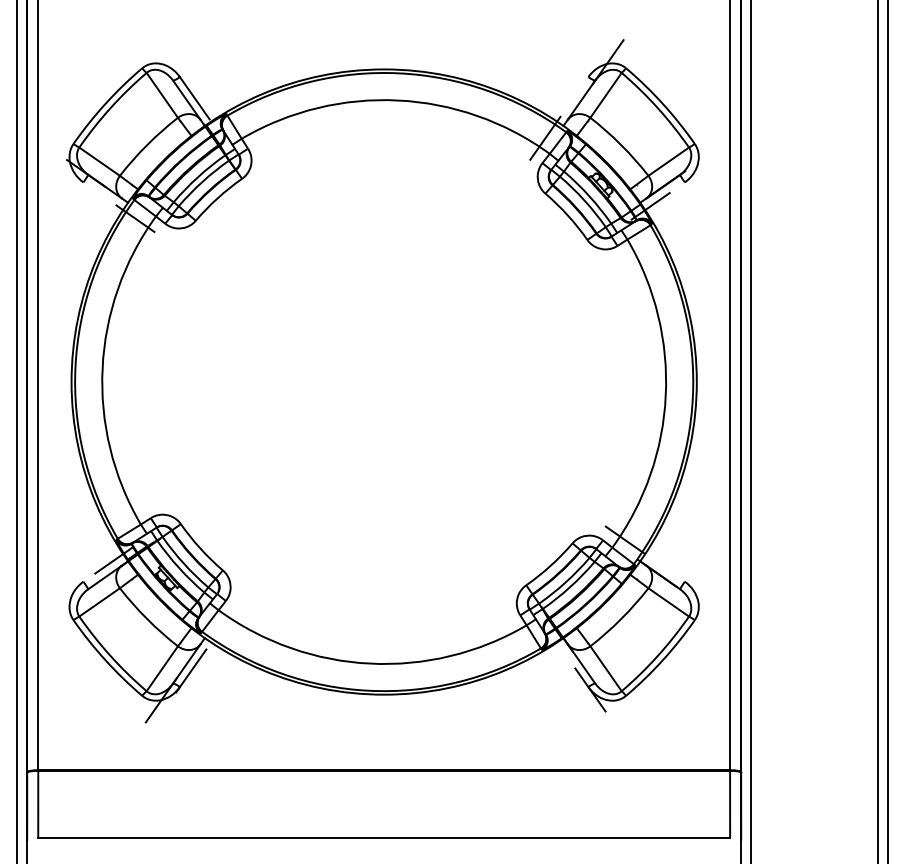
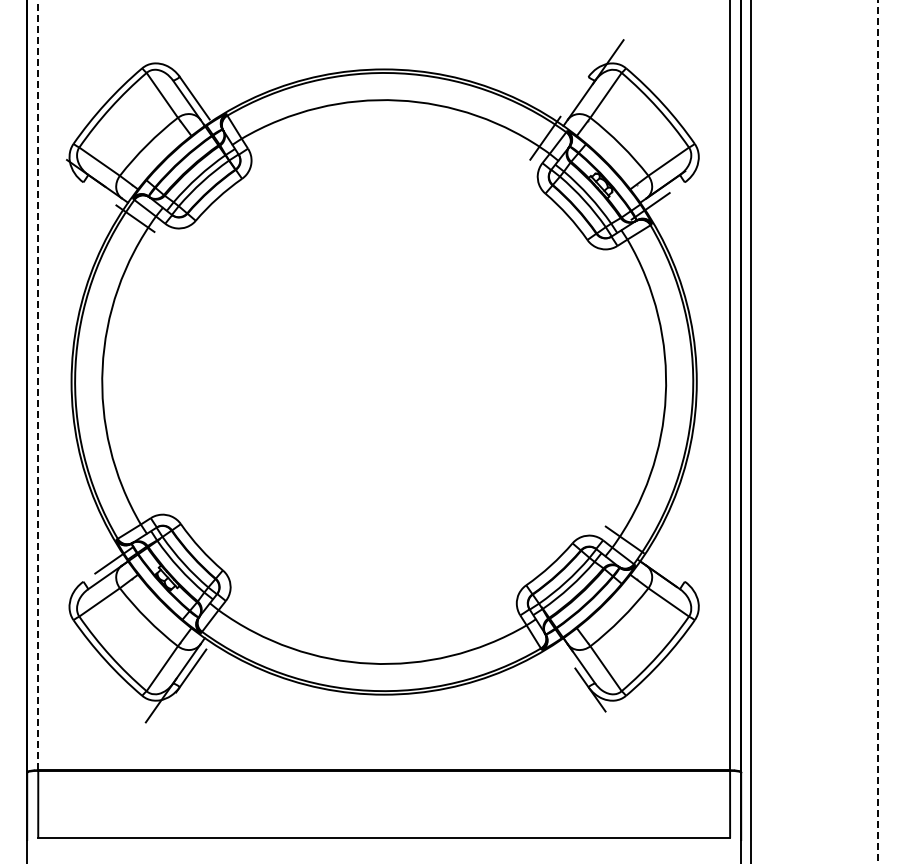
line at (38, 385): solid -> dashed
line at (17, 431): present -> none
line at (877, 431): solid -> dashed
line at (887, 431): present -> none
